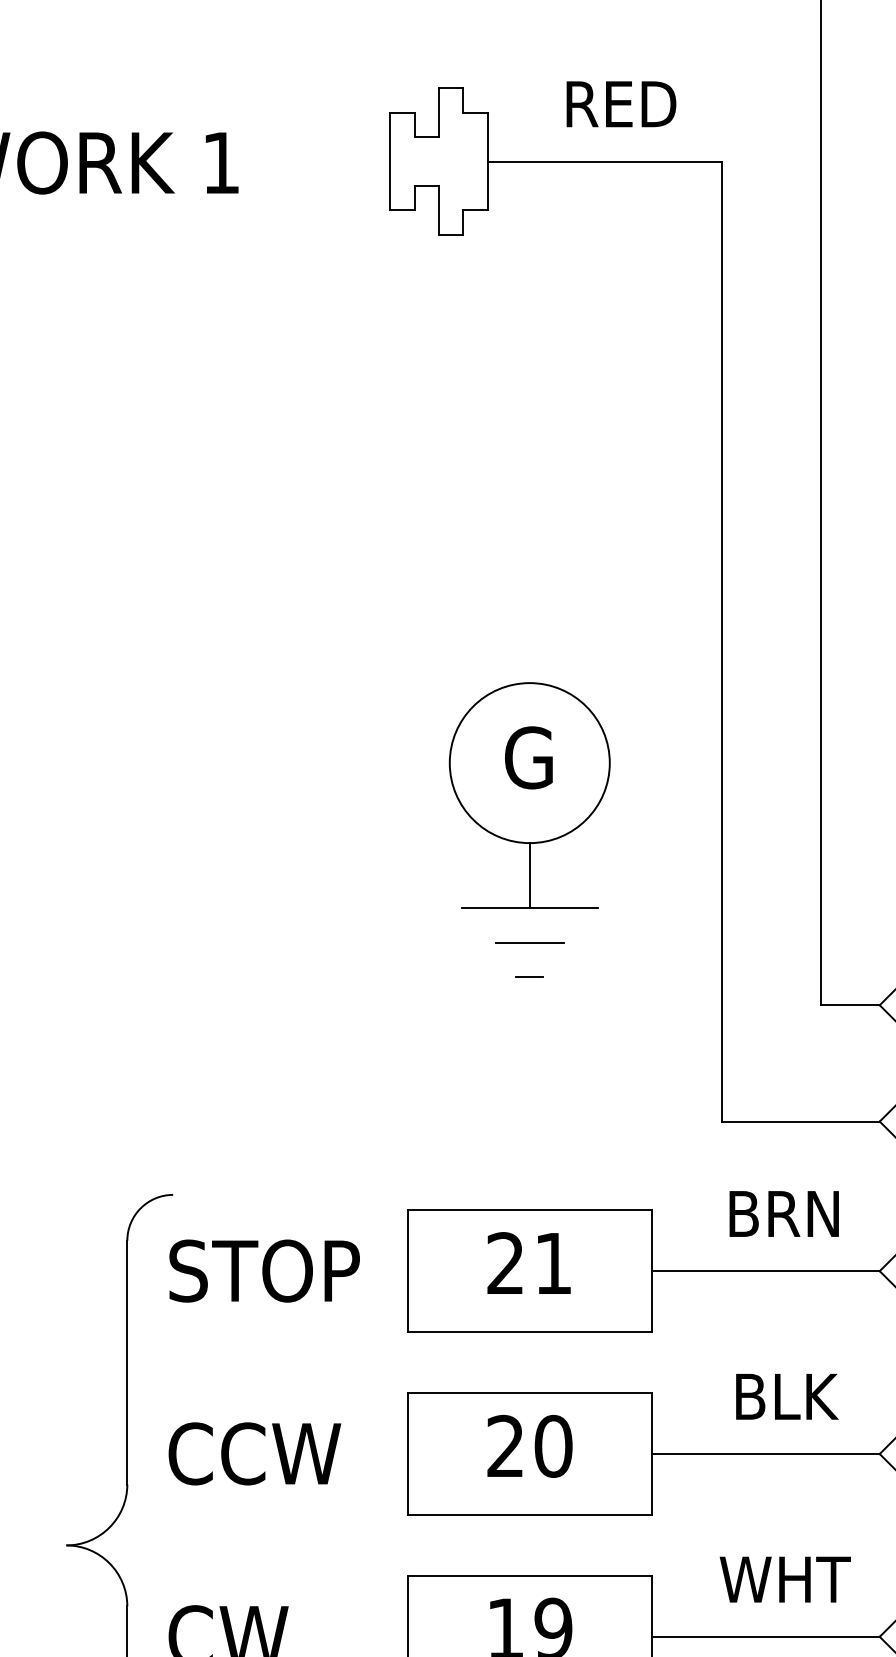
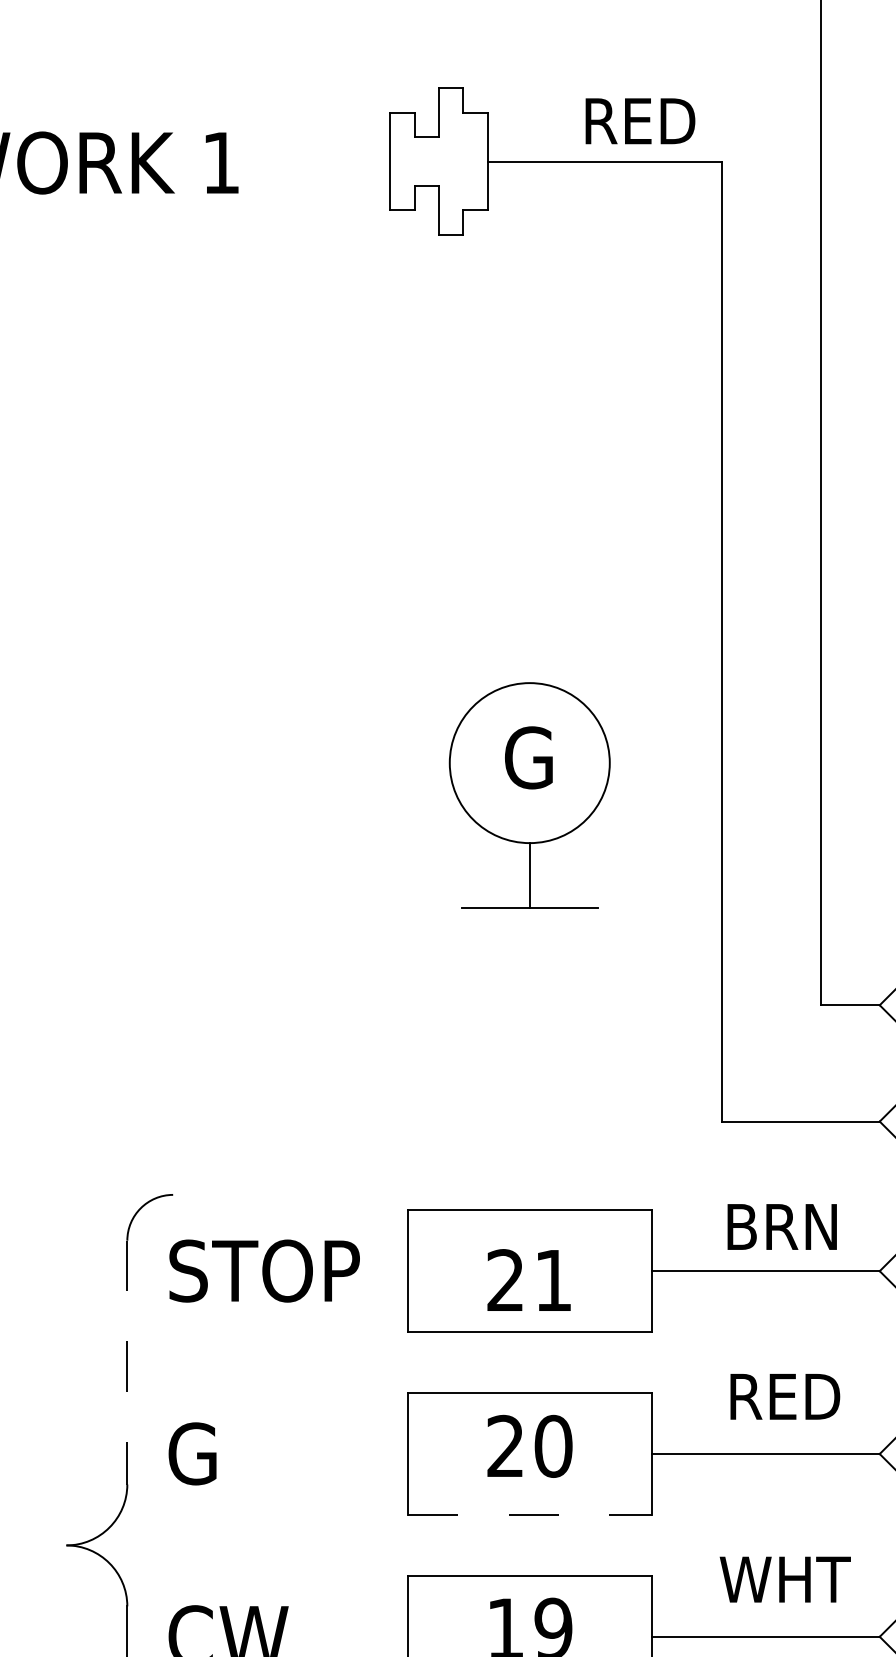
text at (621, 104) position: (621, 104) -> (640, 121)
line at (529, 942): present -> none
line at (529, 977): present -> none
text at (783, 1213) position: (783, 1213) -> (781, 1226)
text at (528, 1262) position: (528, 1262) -> (528, 1279)
line at (127, 1362): solid -> dashed
text at (785, 1396): BLK -> RED
text at (263, 1453): CCW -> G
line at (529, 1514): solid -> dashed
